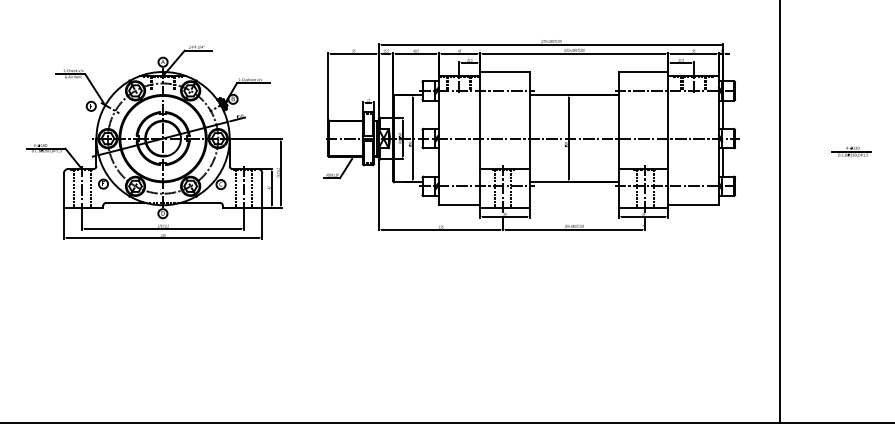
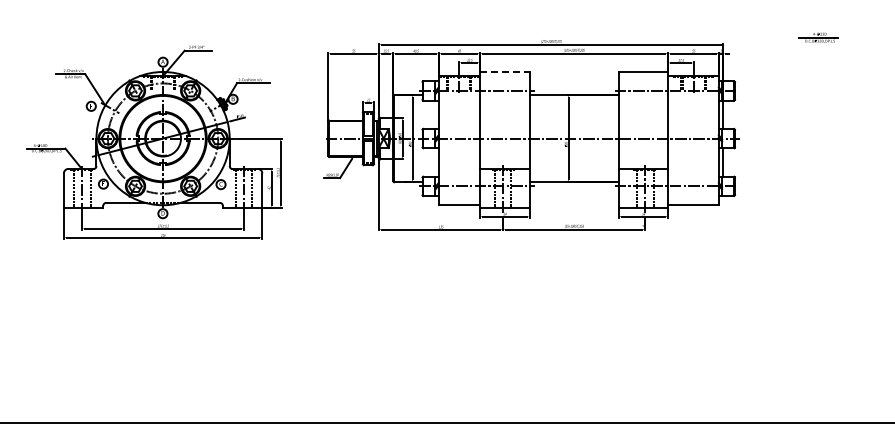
line at (504, 72): solid -> dashed
part at (851, 151) position: (851, 151) -> (818, 37)
line at (779, 212): present -> none
